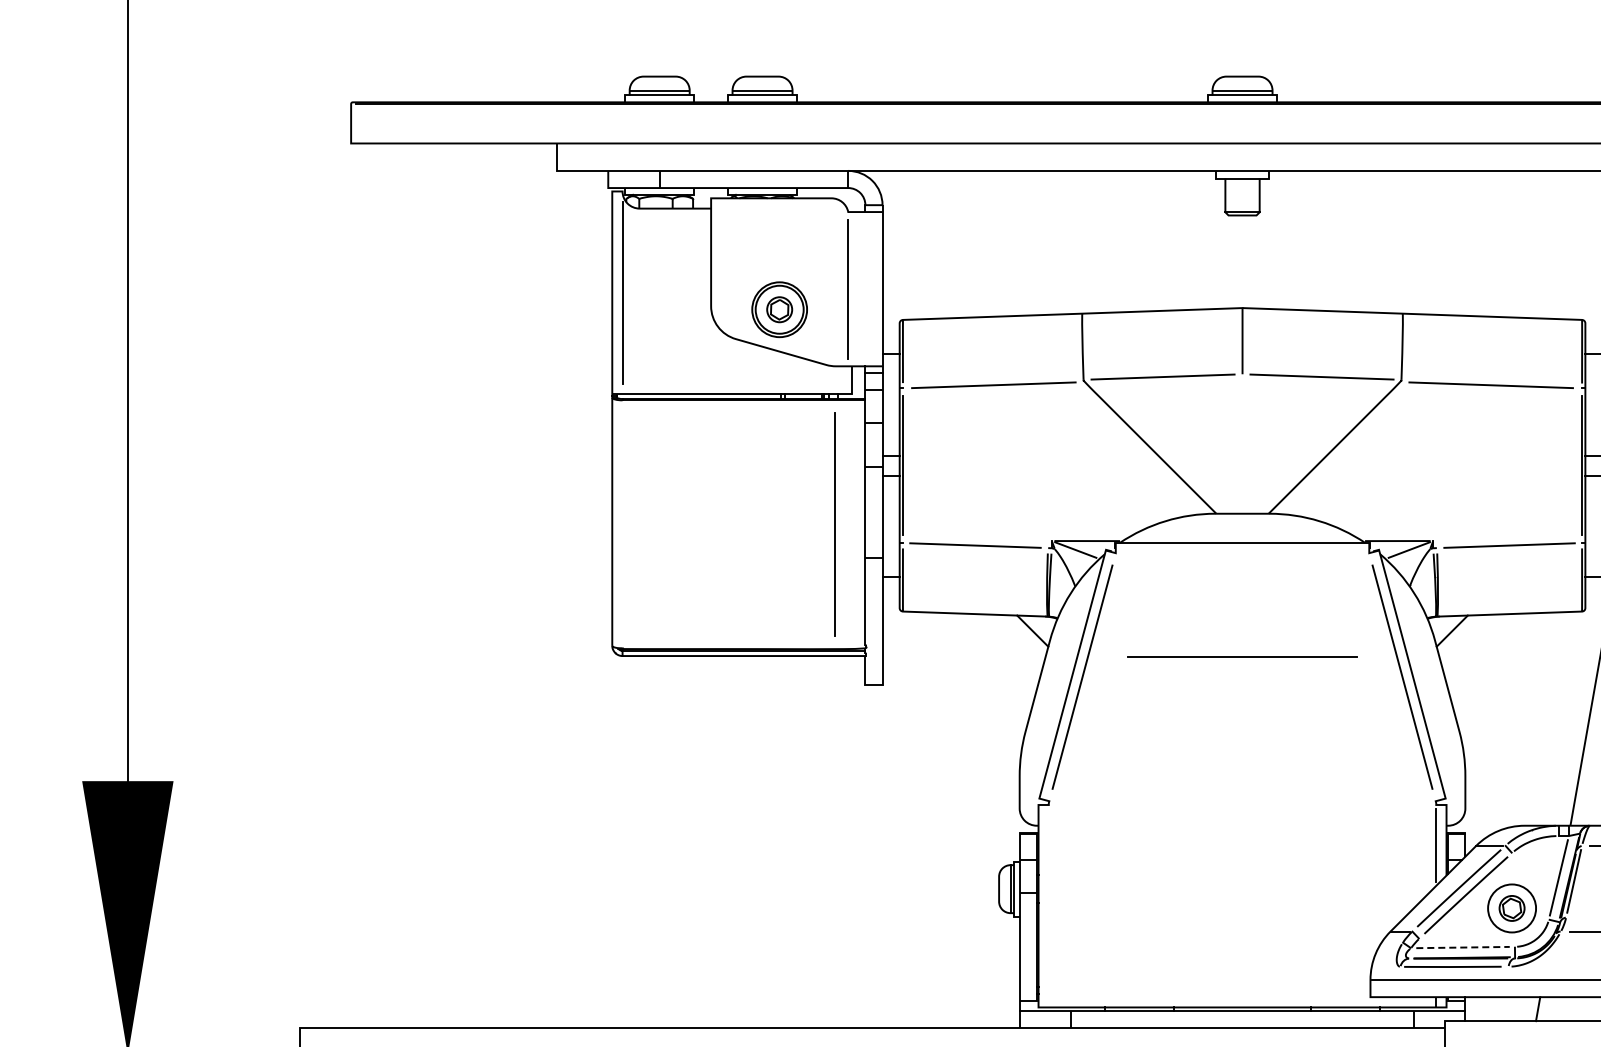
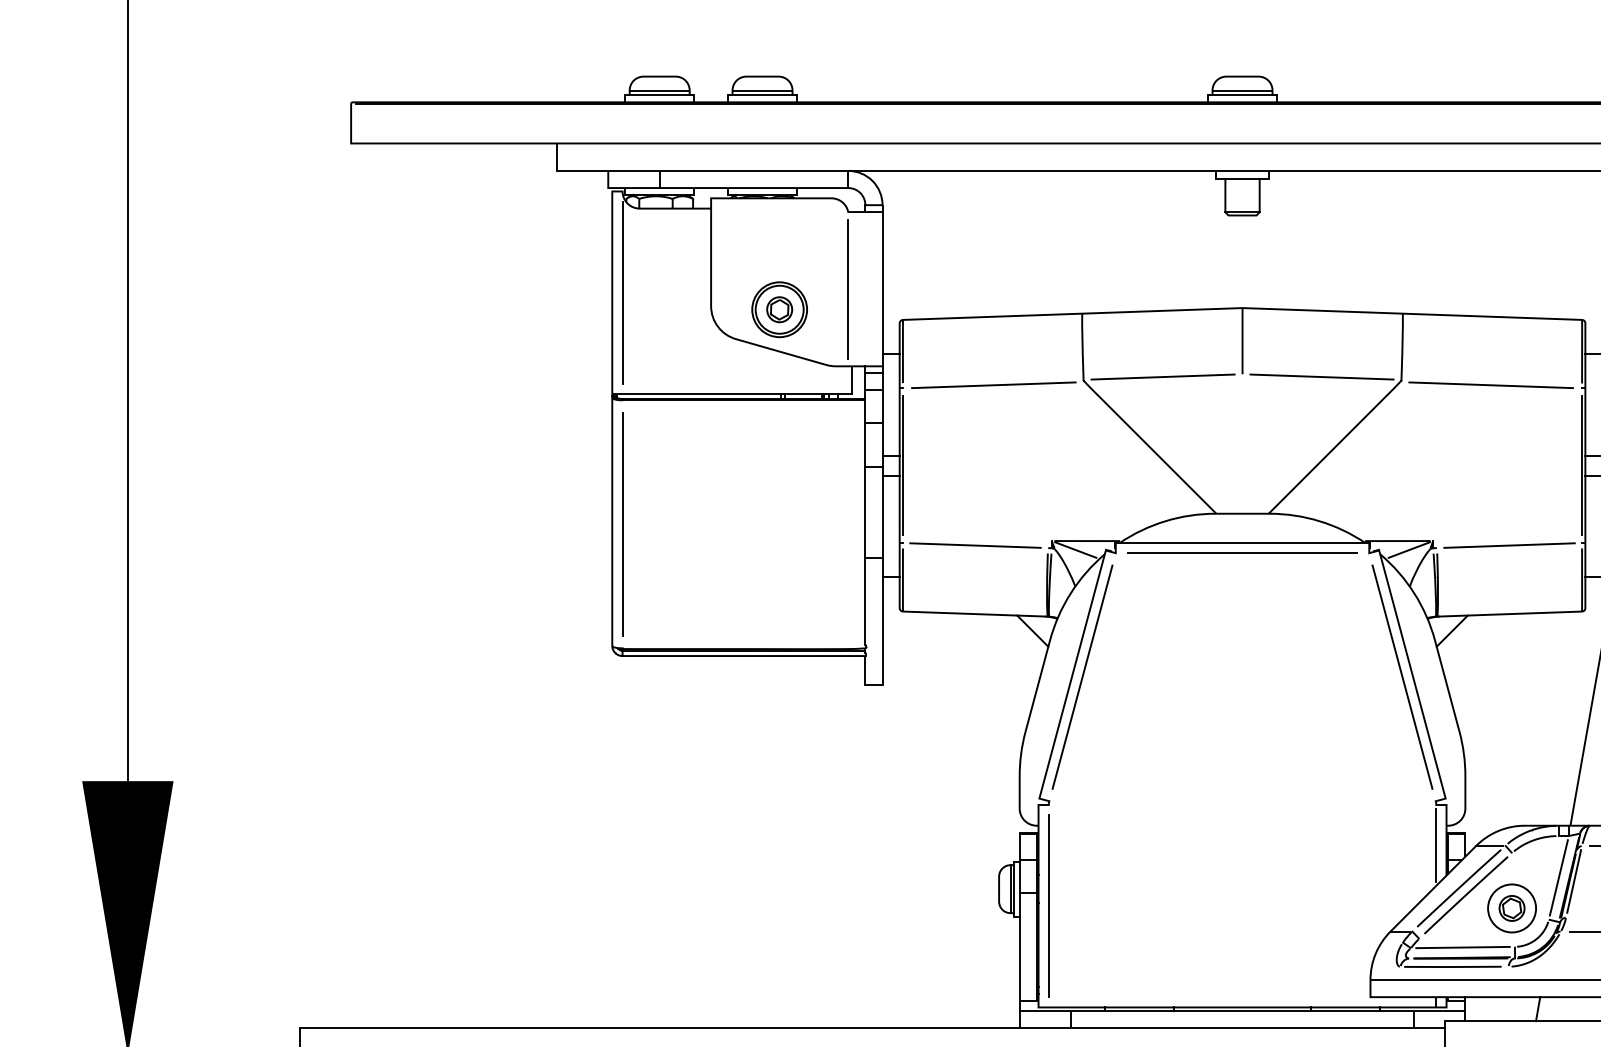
line at (834, 524) position: (834, 524) -> (622, 524)
line at (1242, 656) position: (1242, 656) -> (1242, 552)
line at (1048, 906): none -> present
line at (1463, 947): dashed -> solid
